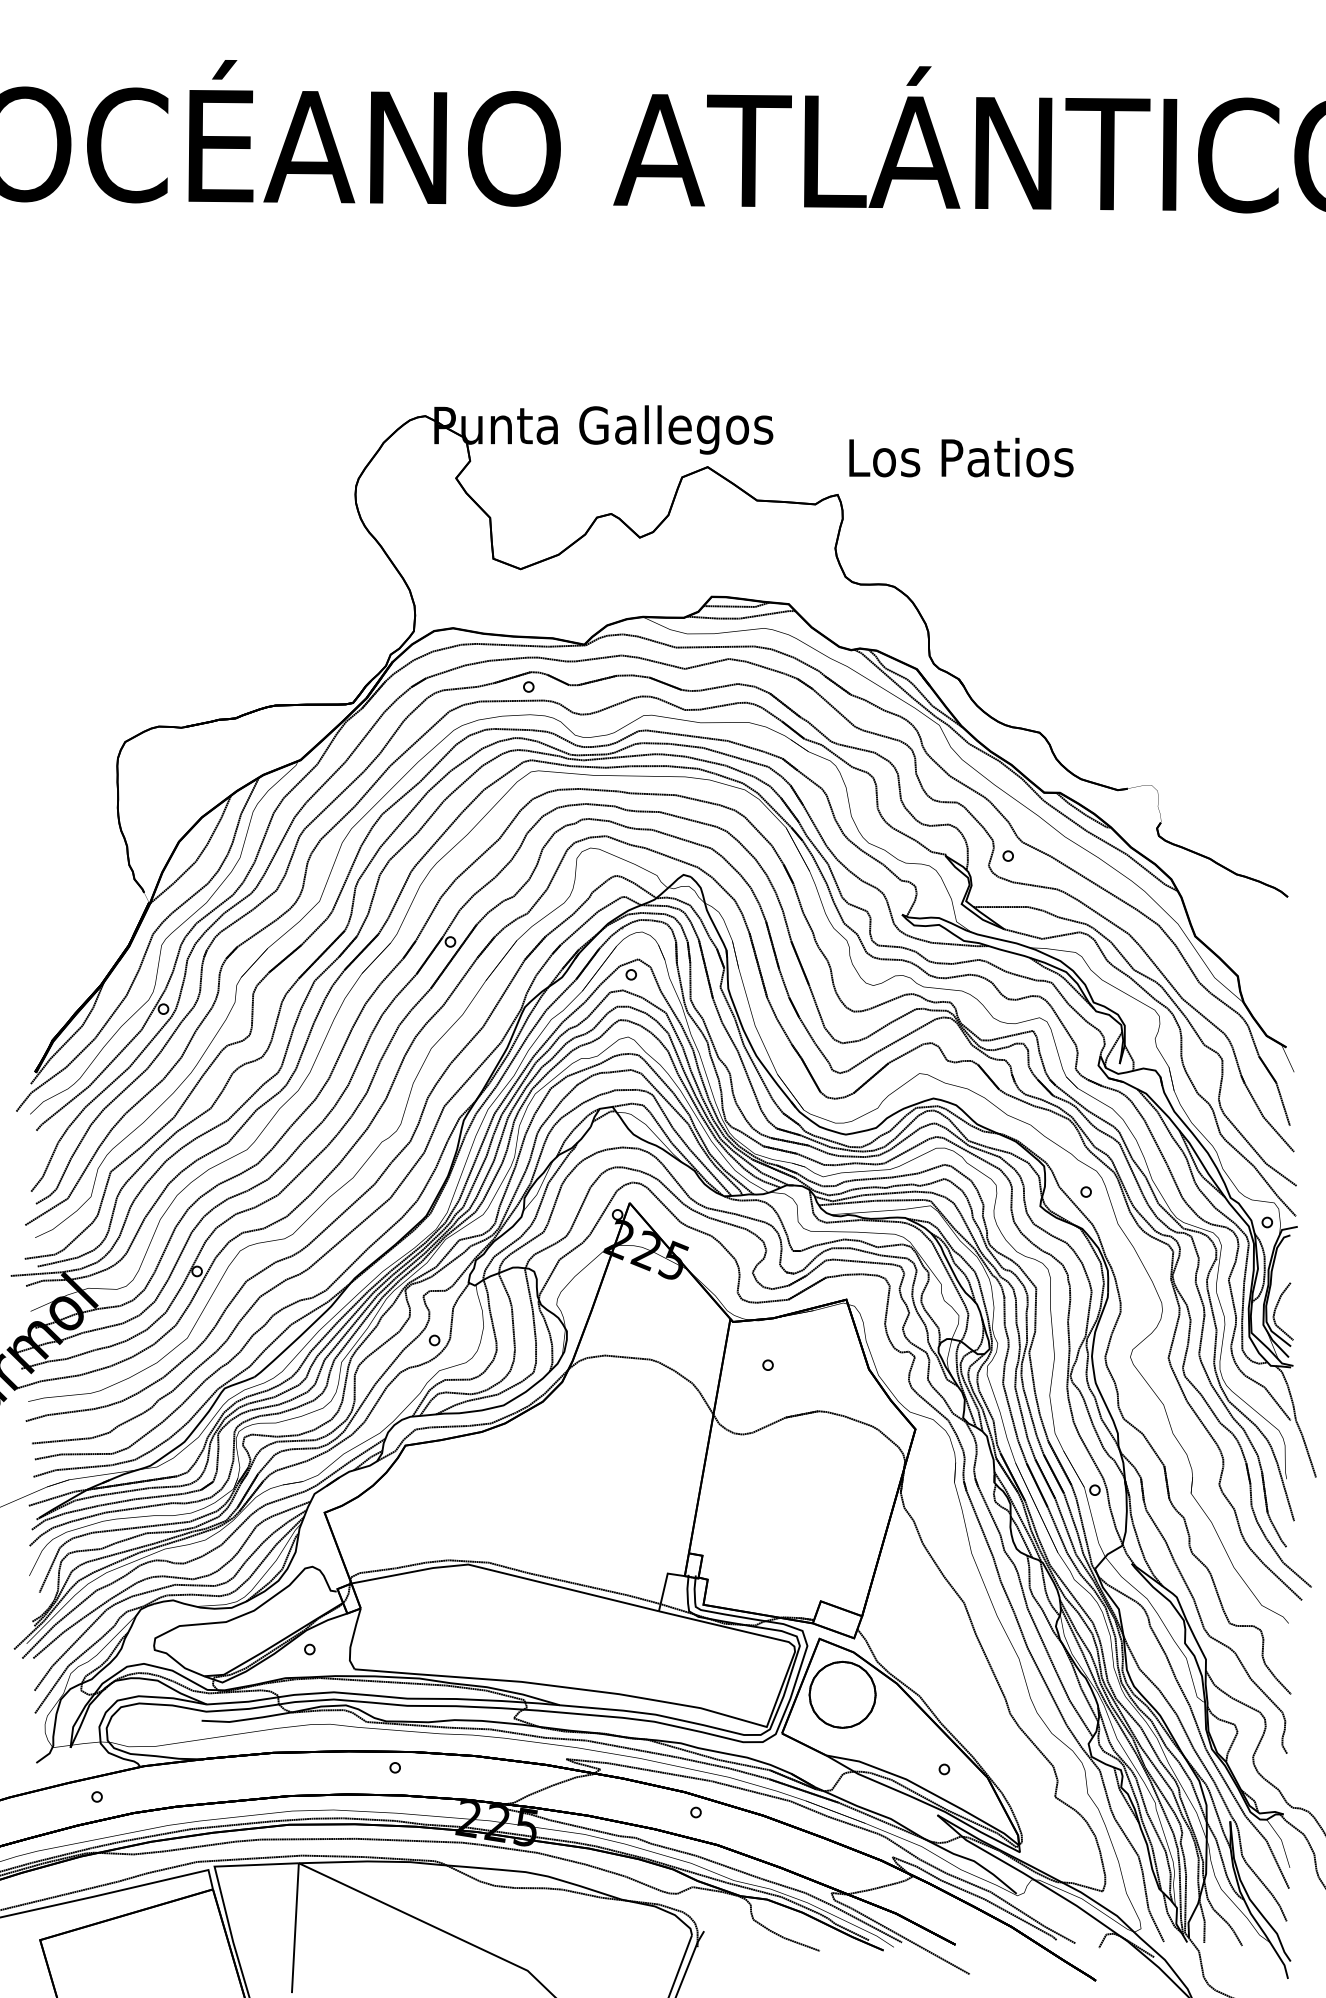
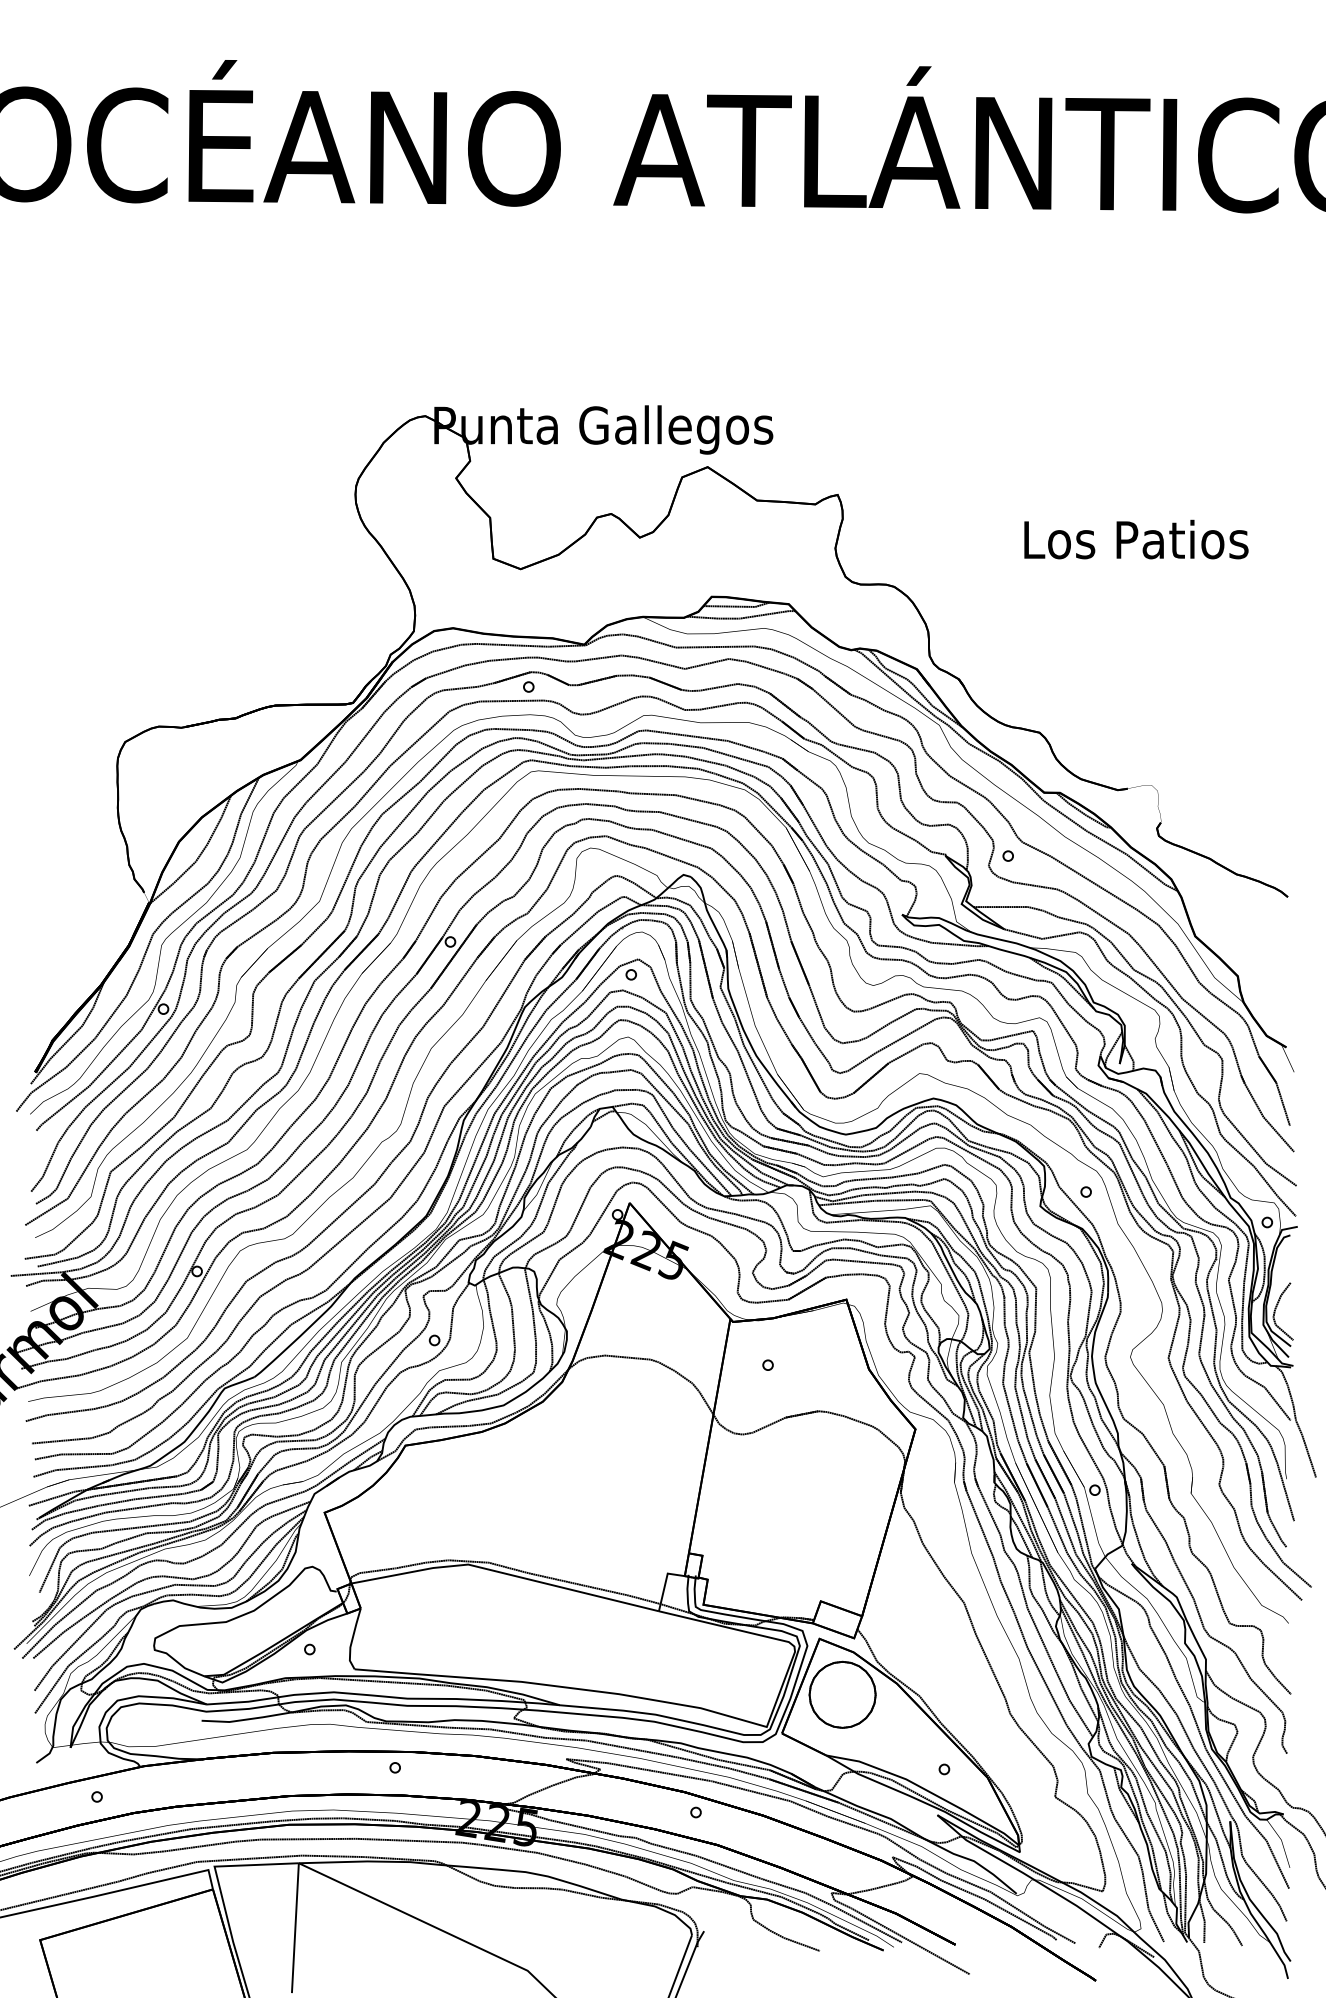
text at (961, 457) position: (961, 457) -> (1136, 539)
